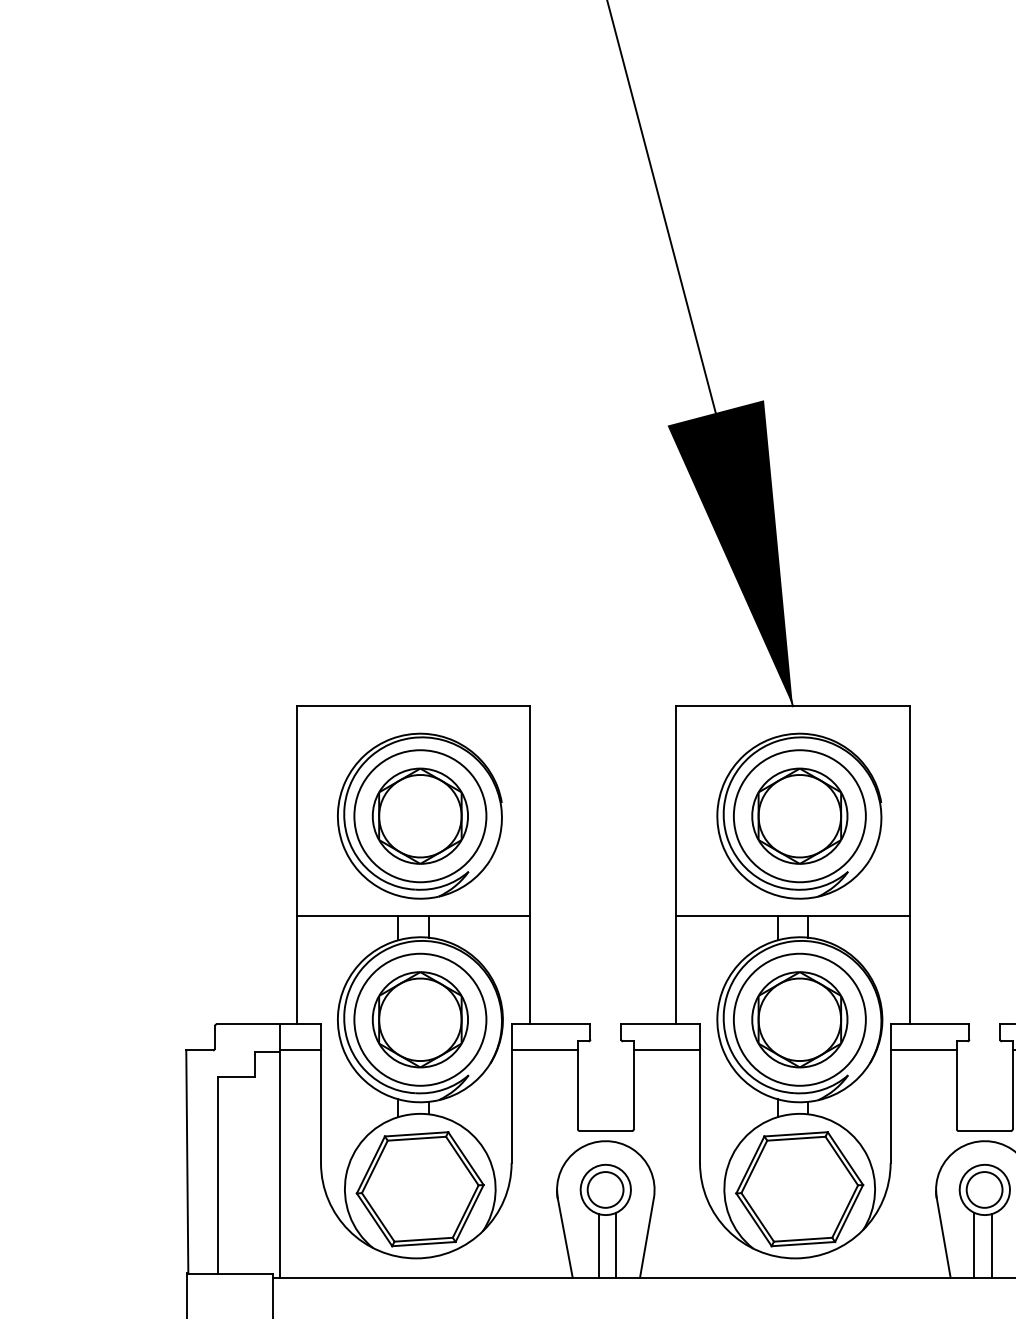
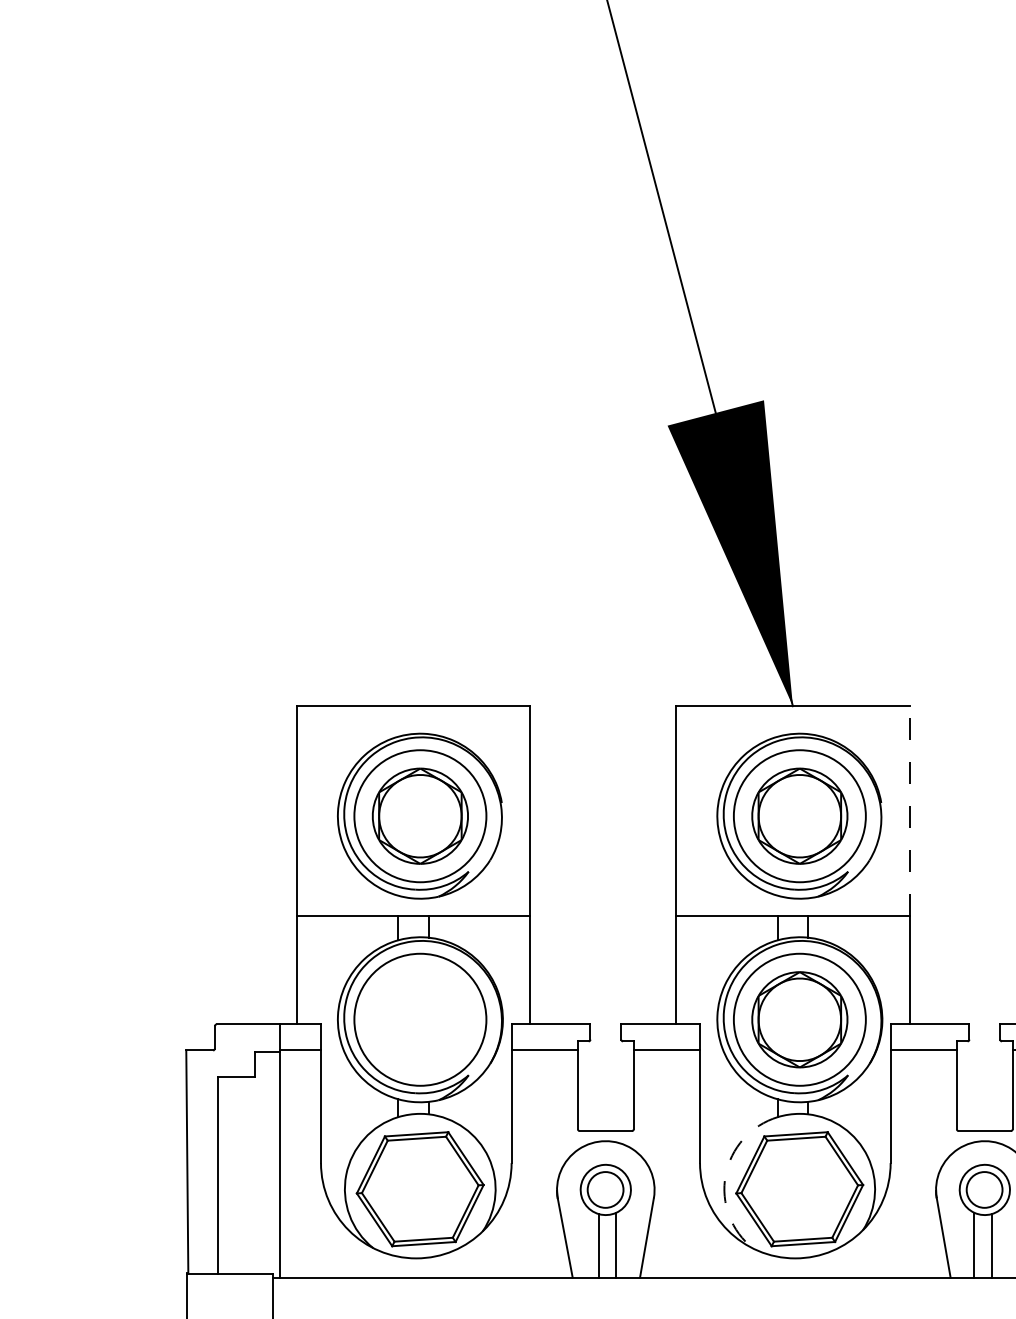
line at (909, 811): solid -> dashed
part at (419, 1019): present -> none
arc at (725, 1175): solid -> dashed
